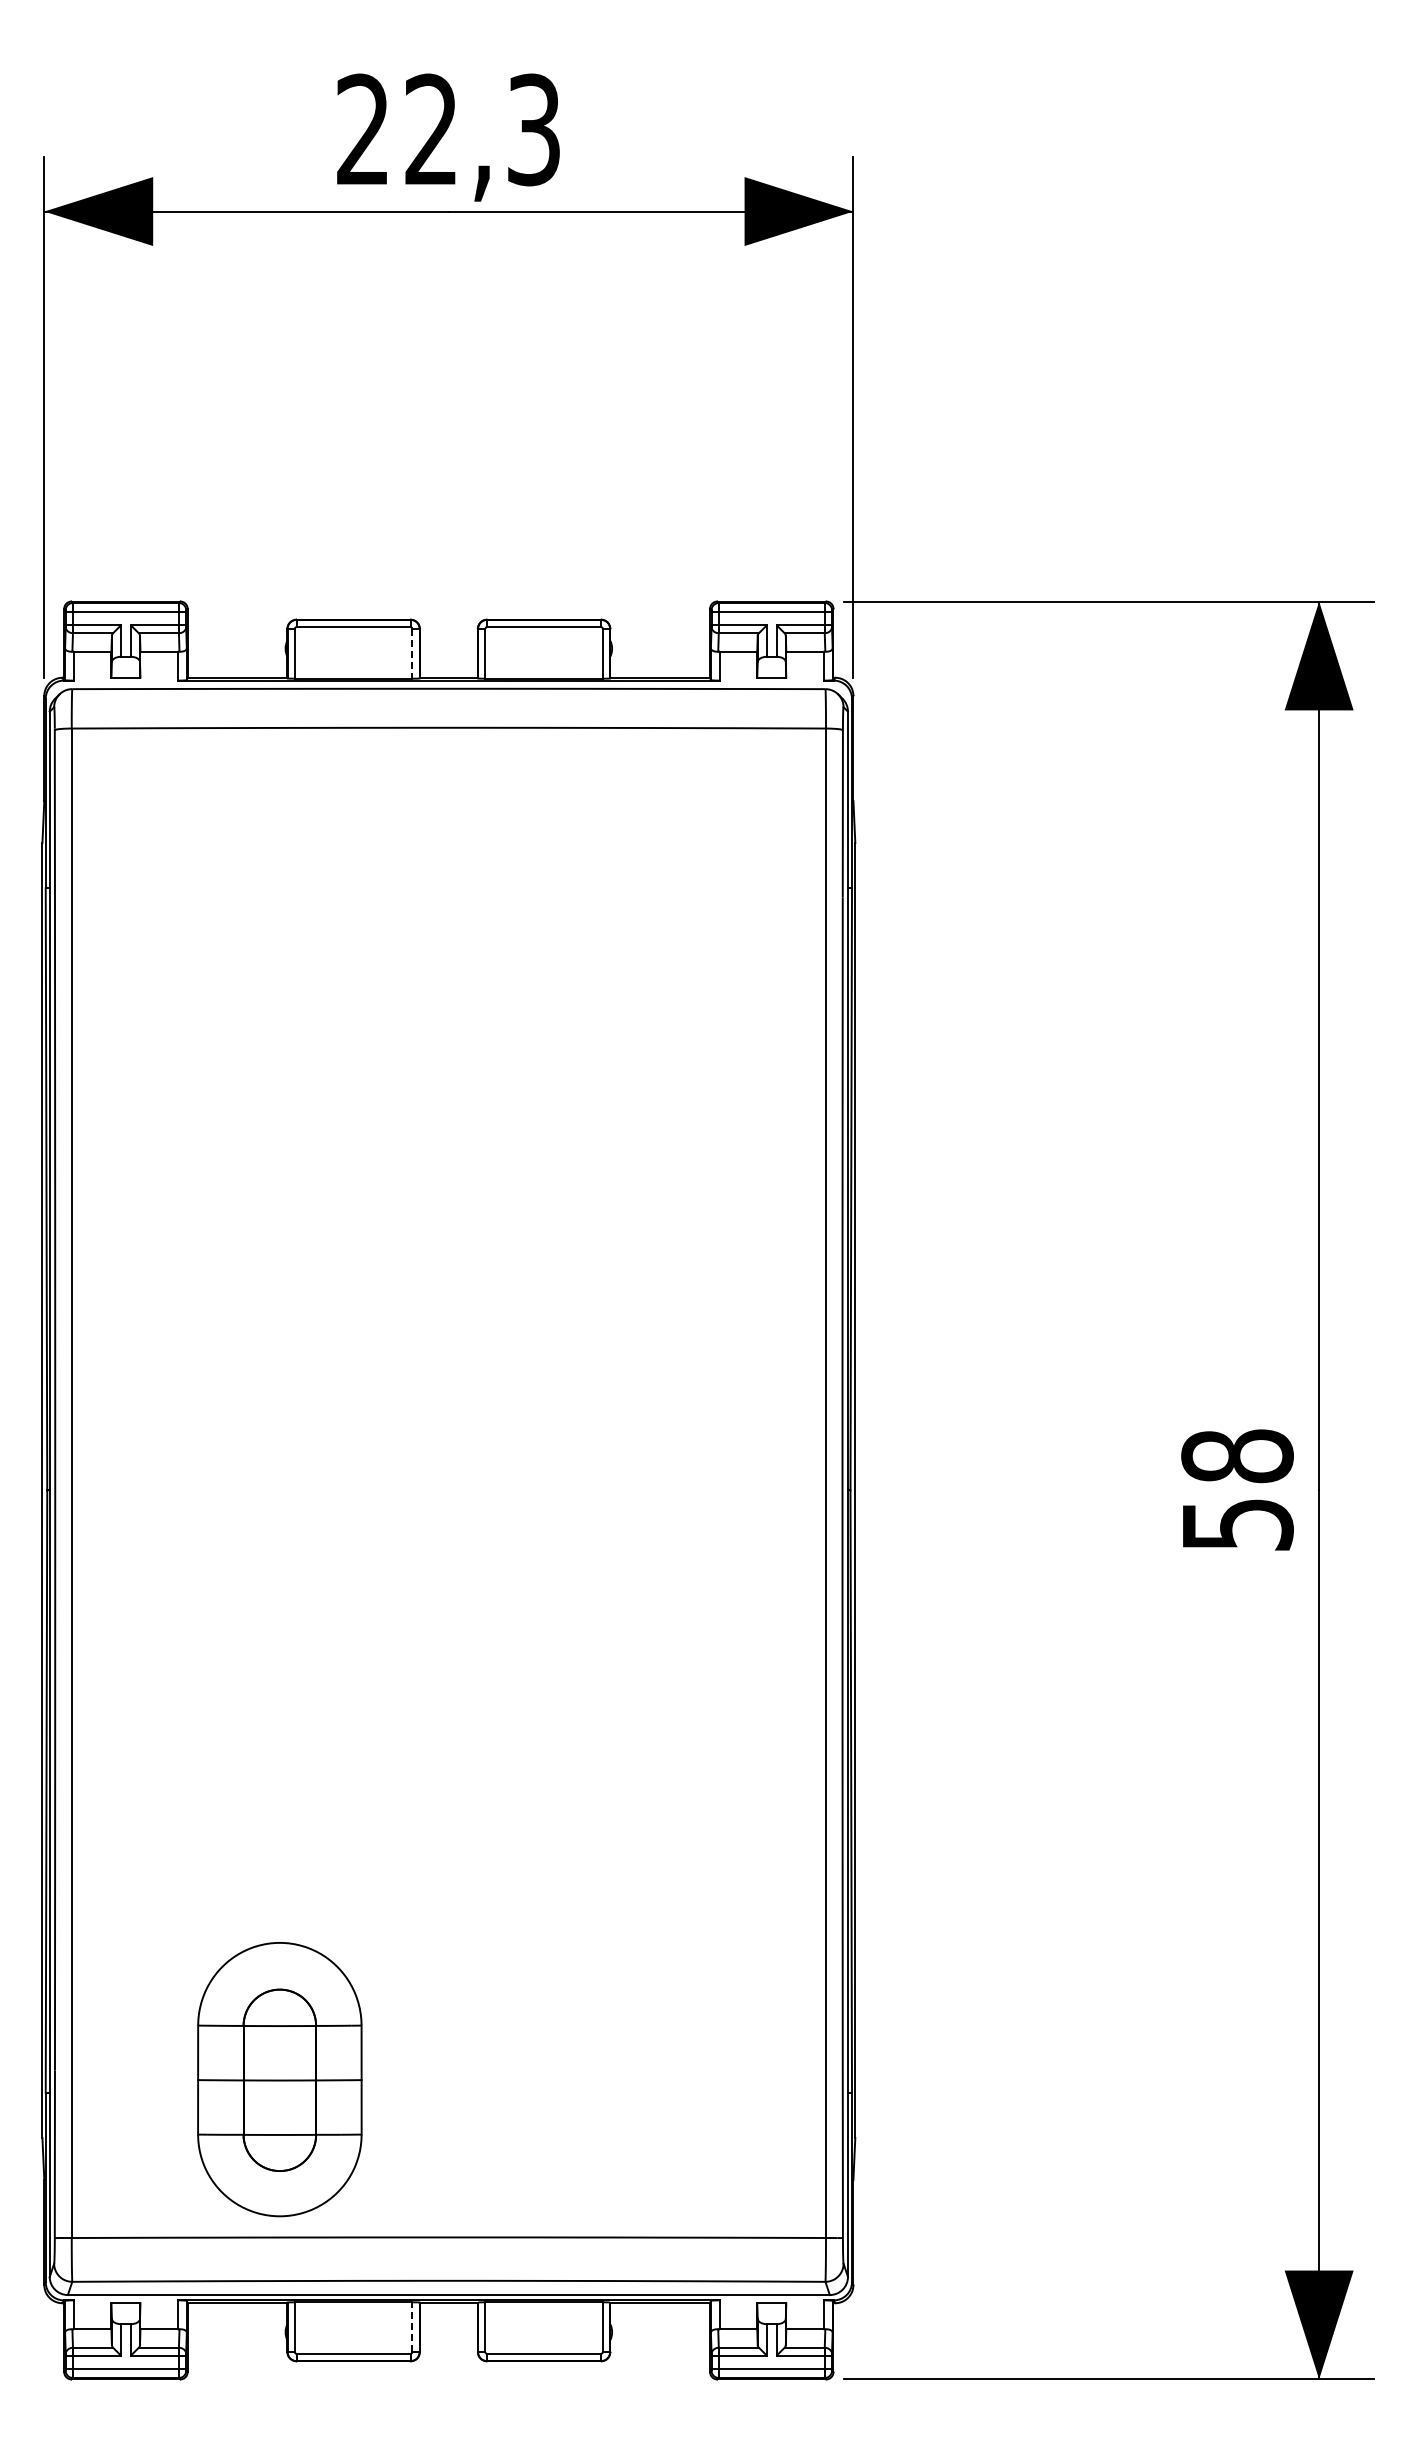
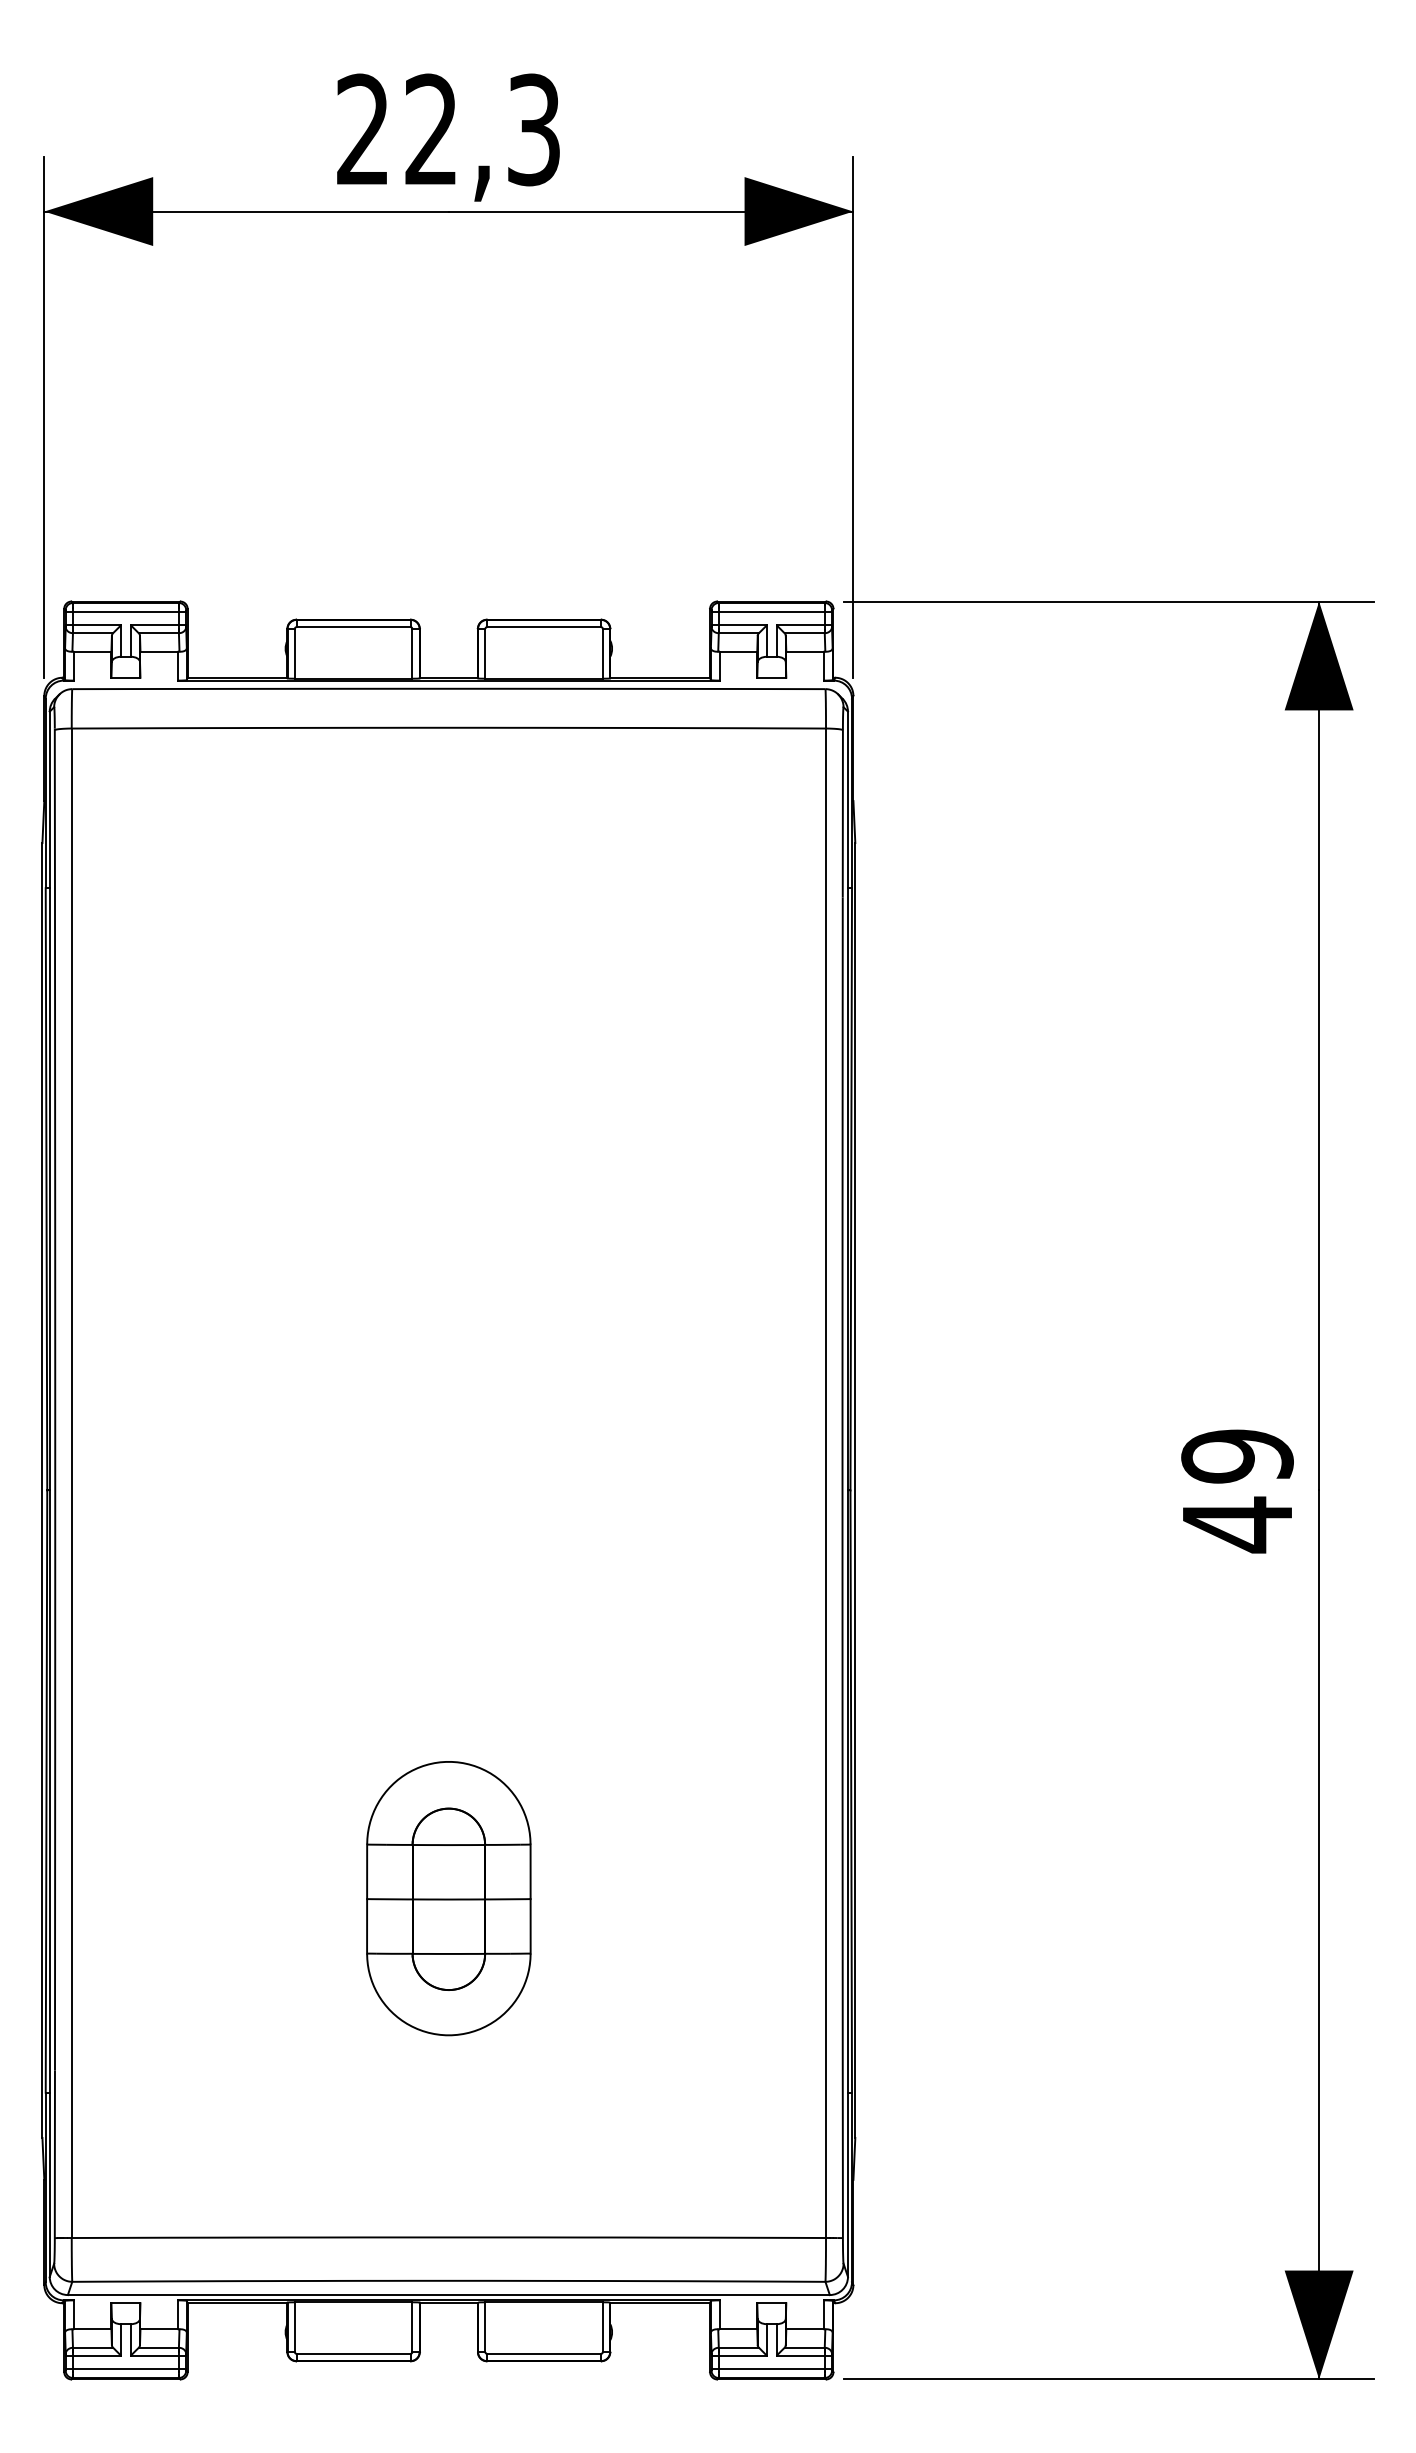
line at (412, 653): dashed -> solid
text at (1237, 1491): 58 -> 49
part at (279, 2079) position: (279, 2079) -> (448, 1898)
line at (412, 2327): dashed -> solid
